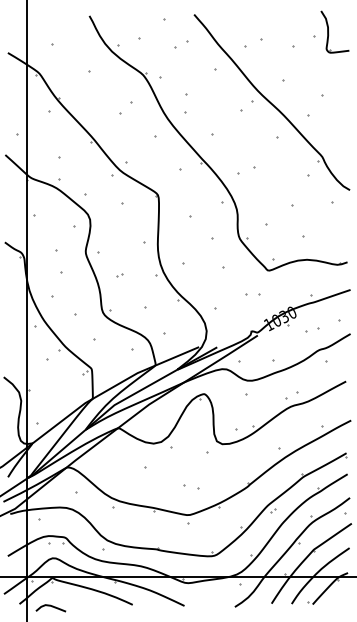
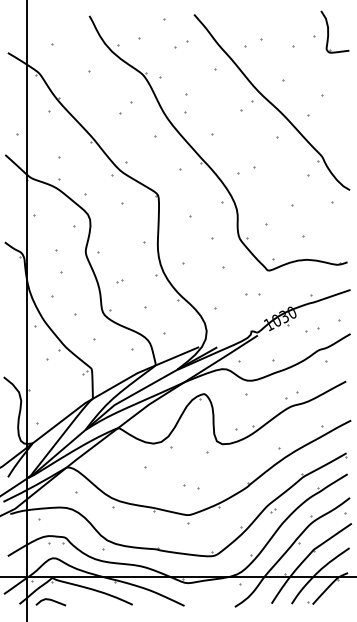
part at (119, 275) position: (119, 275) -> (119, 281)
curve at (50, 606) position: (50, 606) -> (50, 600)
